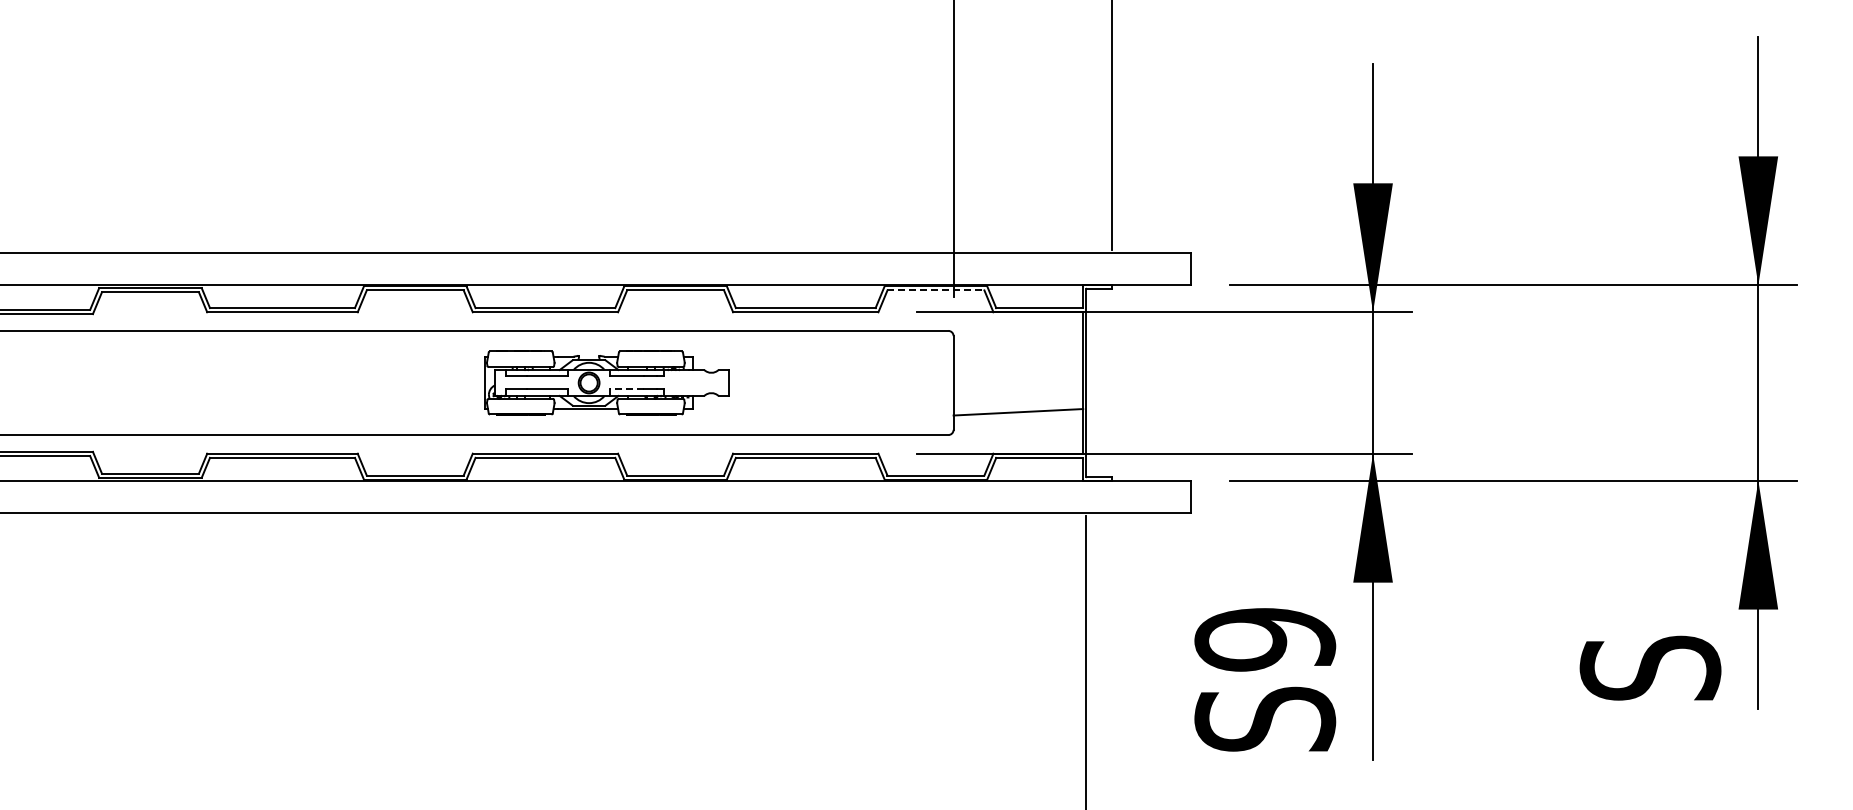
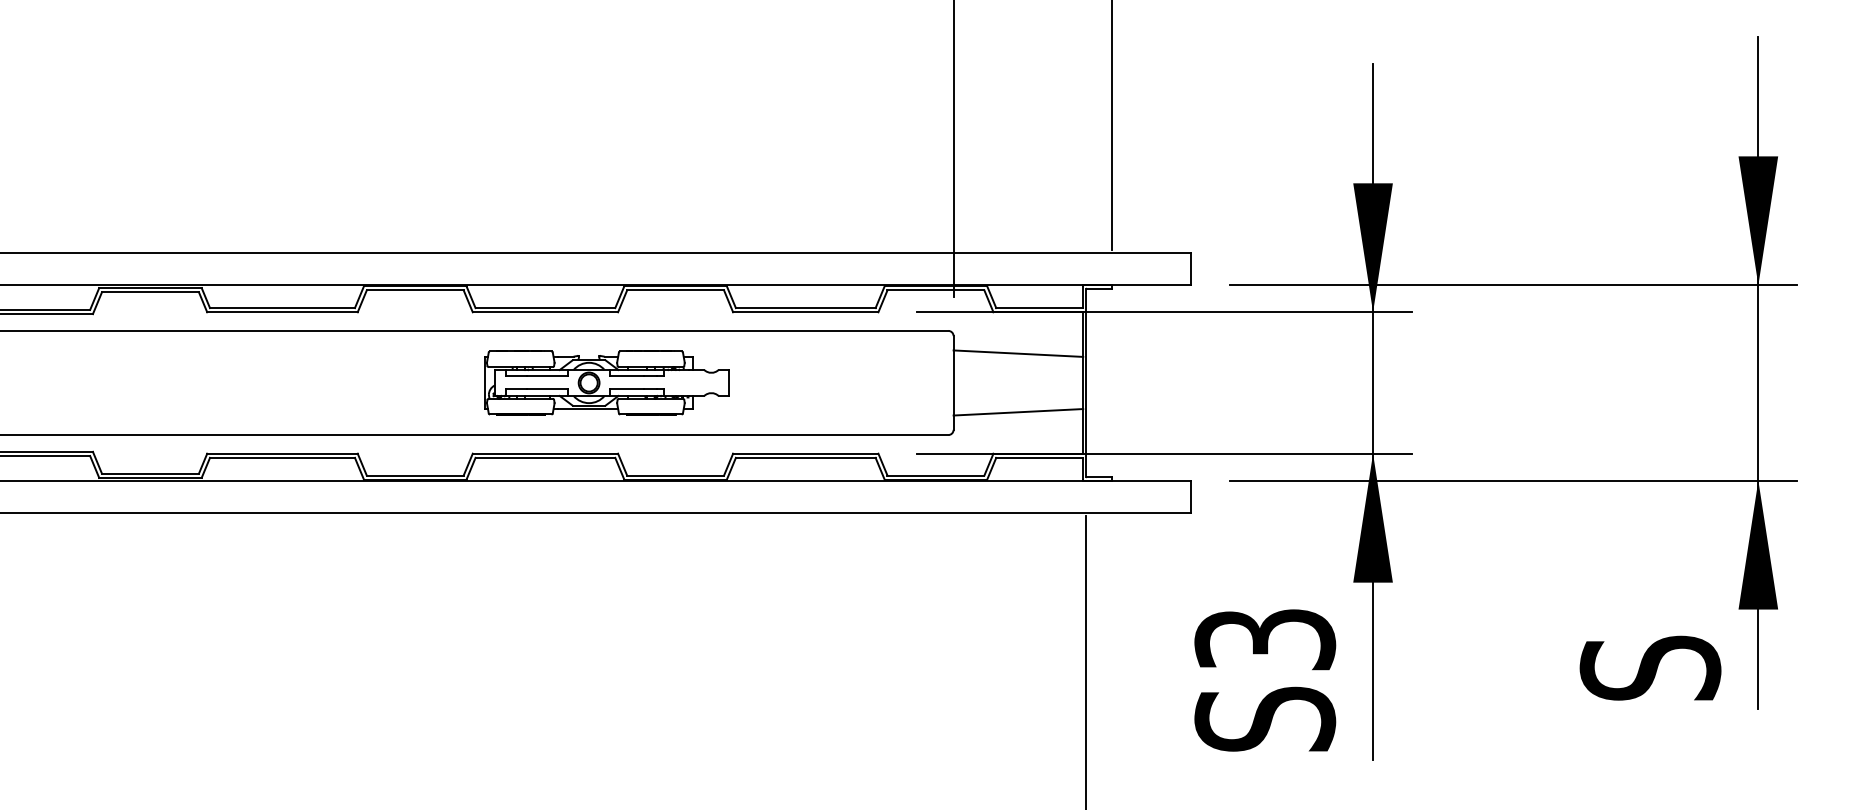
line at (936, 290): dashed -> solid
line at (1018, 353): none -> present
line at (626, 389): dashed -> solid
text at (1265, 639): S9 -> S3
